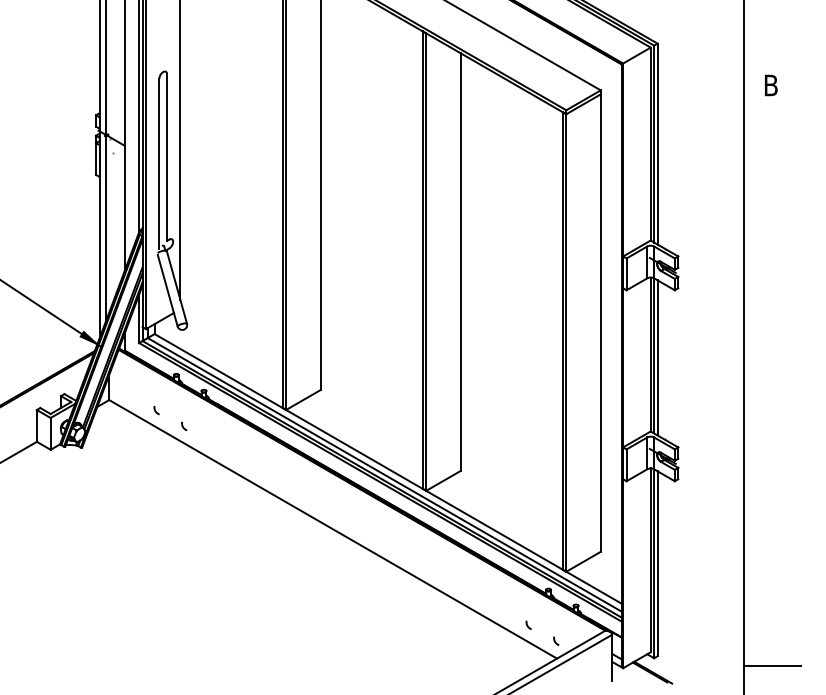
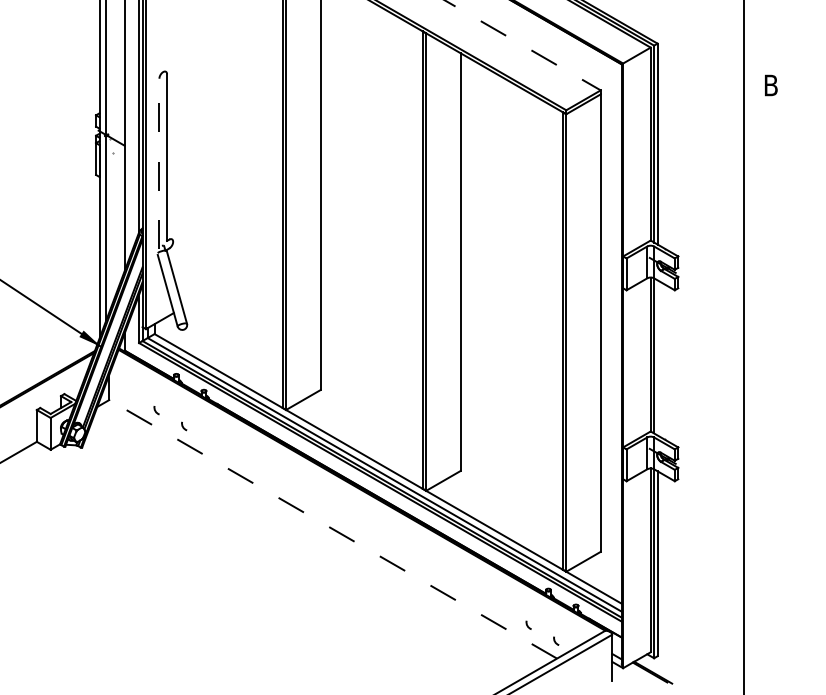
line at (522, 45): solid -> dashed
line at (180, 151): present -> none
line at (159, 163): solid -> dashed
line at (657, 357): present -> none
line at (333, 529): solid -> dashed
line at (772, 666): present -> none
